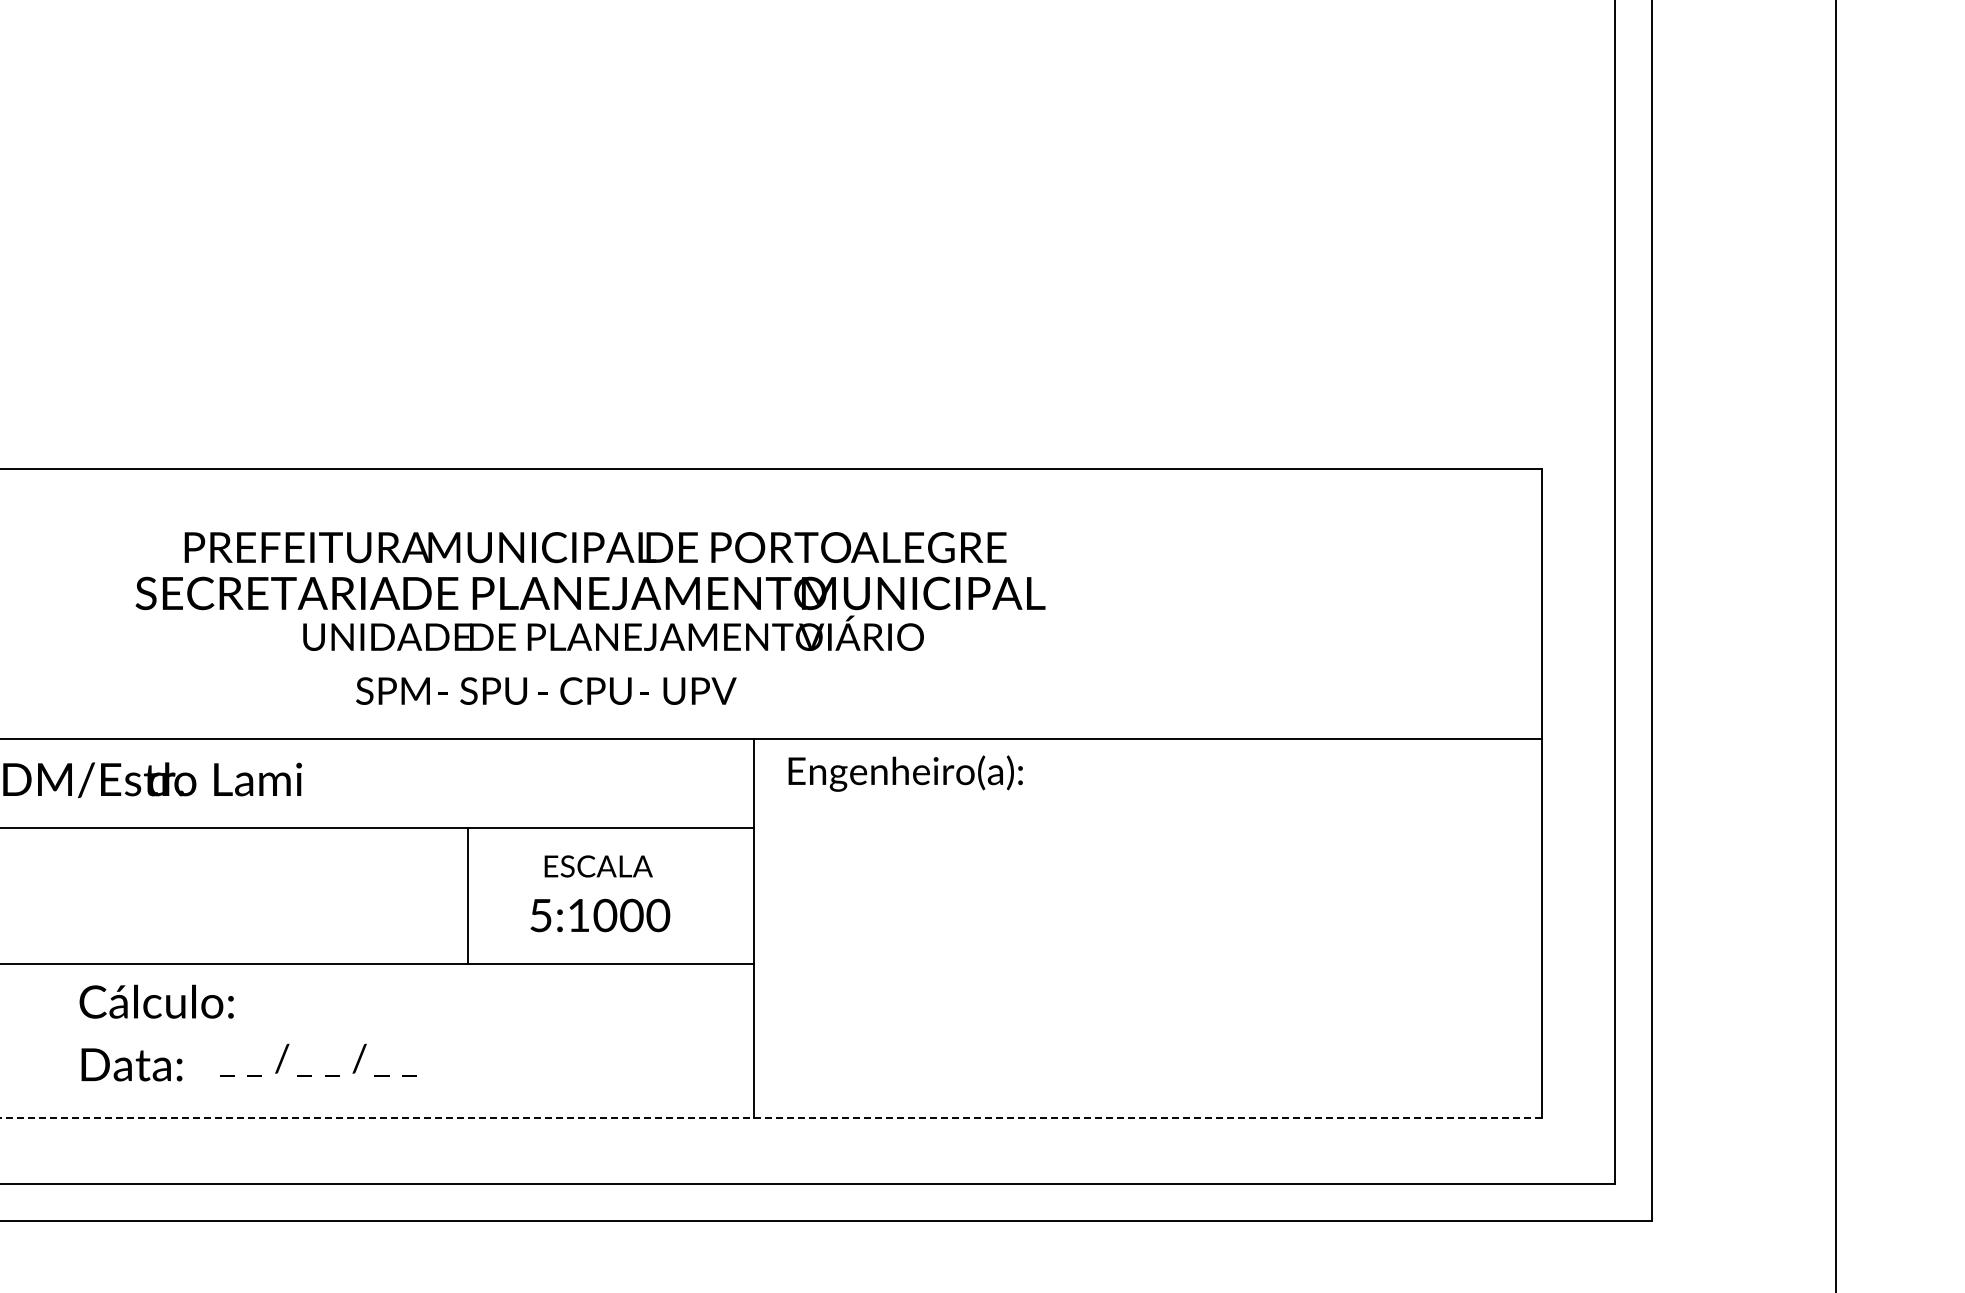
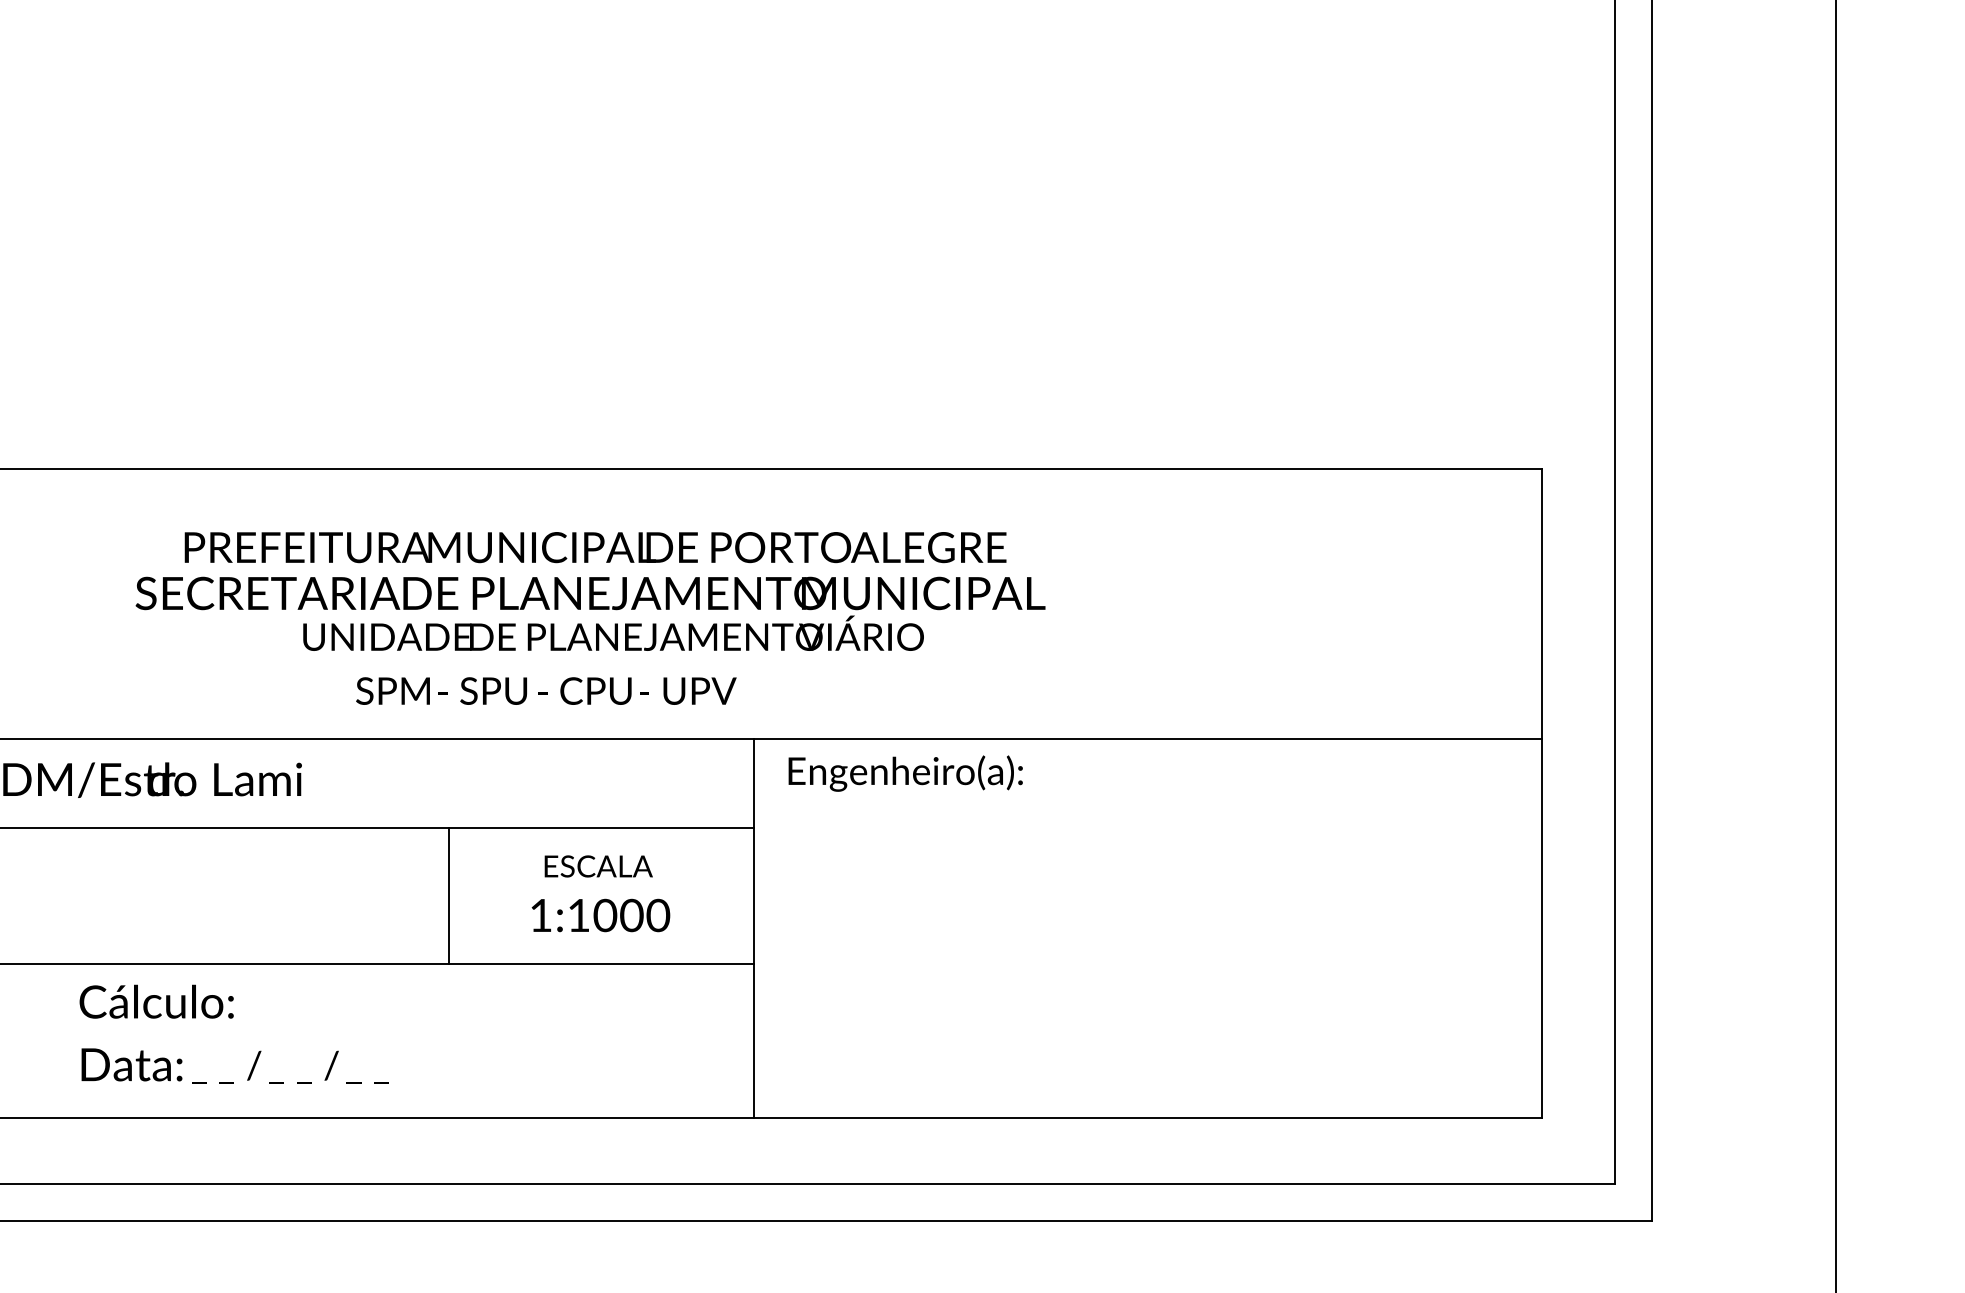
line at (468, 896) position: (468, 896) -> (449, 896)
text at (540, 915): 5:1000 -> 1:1000
text at (318, 1059) position: (318, 1059) -> (290, 1066)
line at (771, 1118): dashed -> solid
